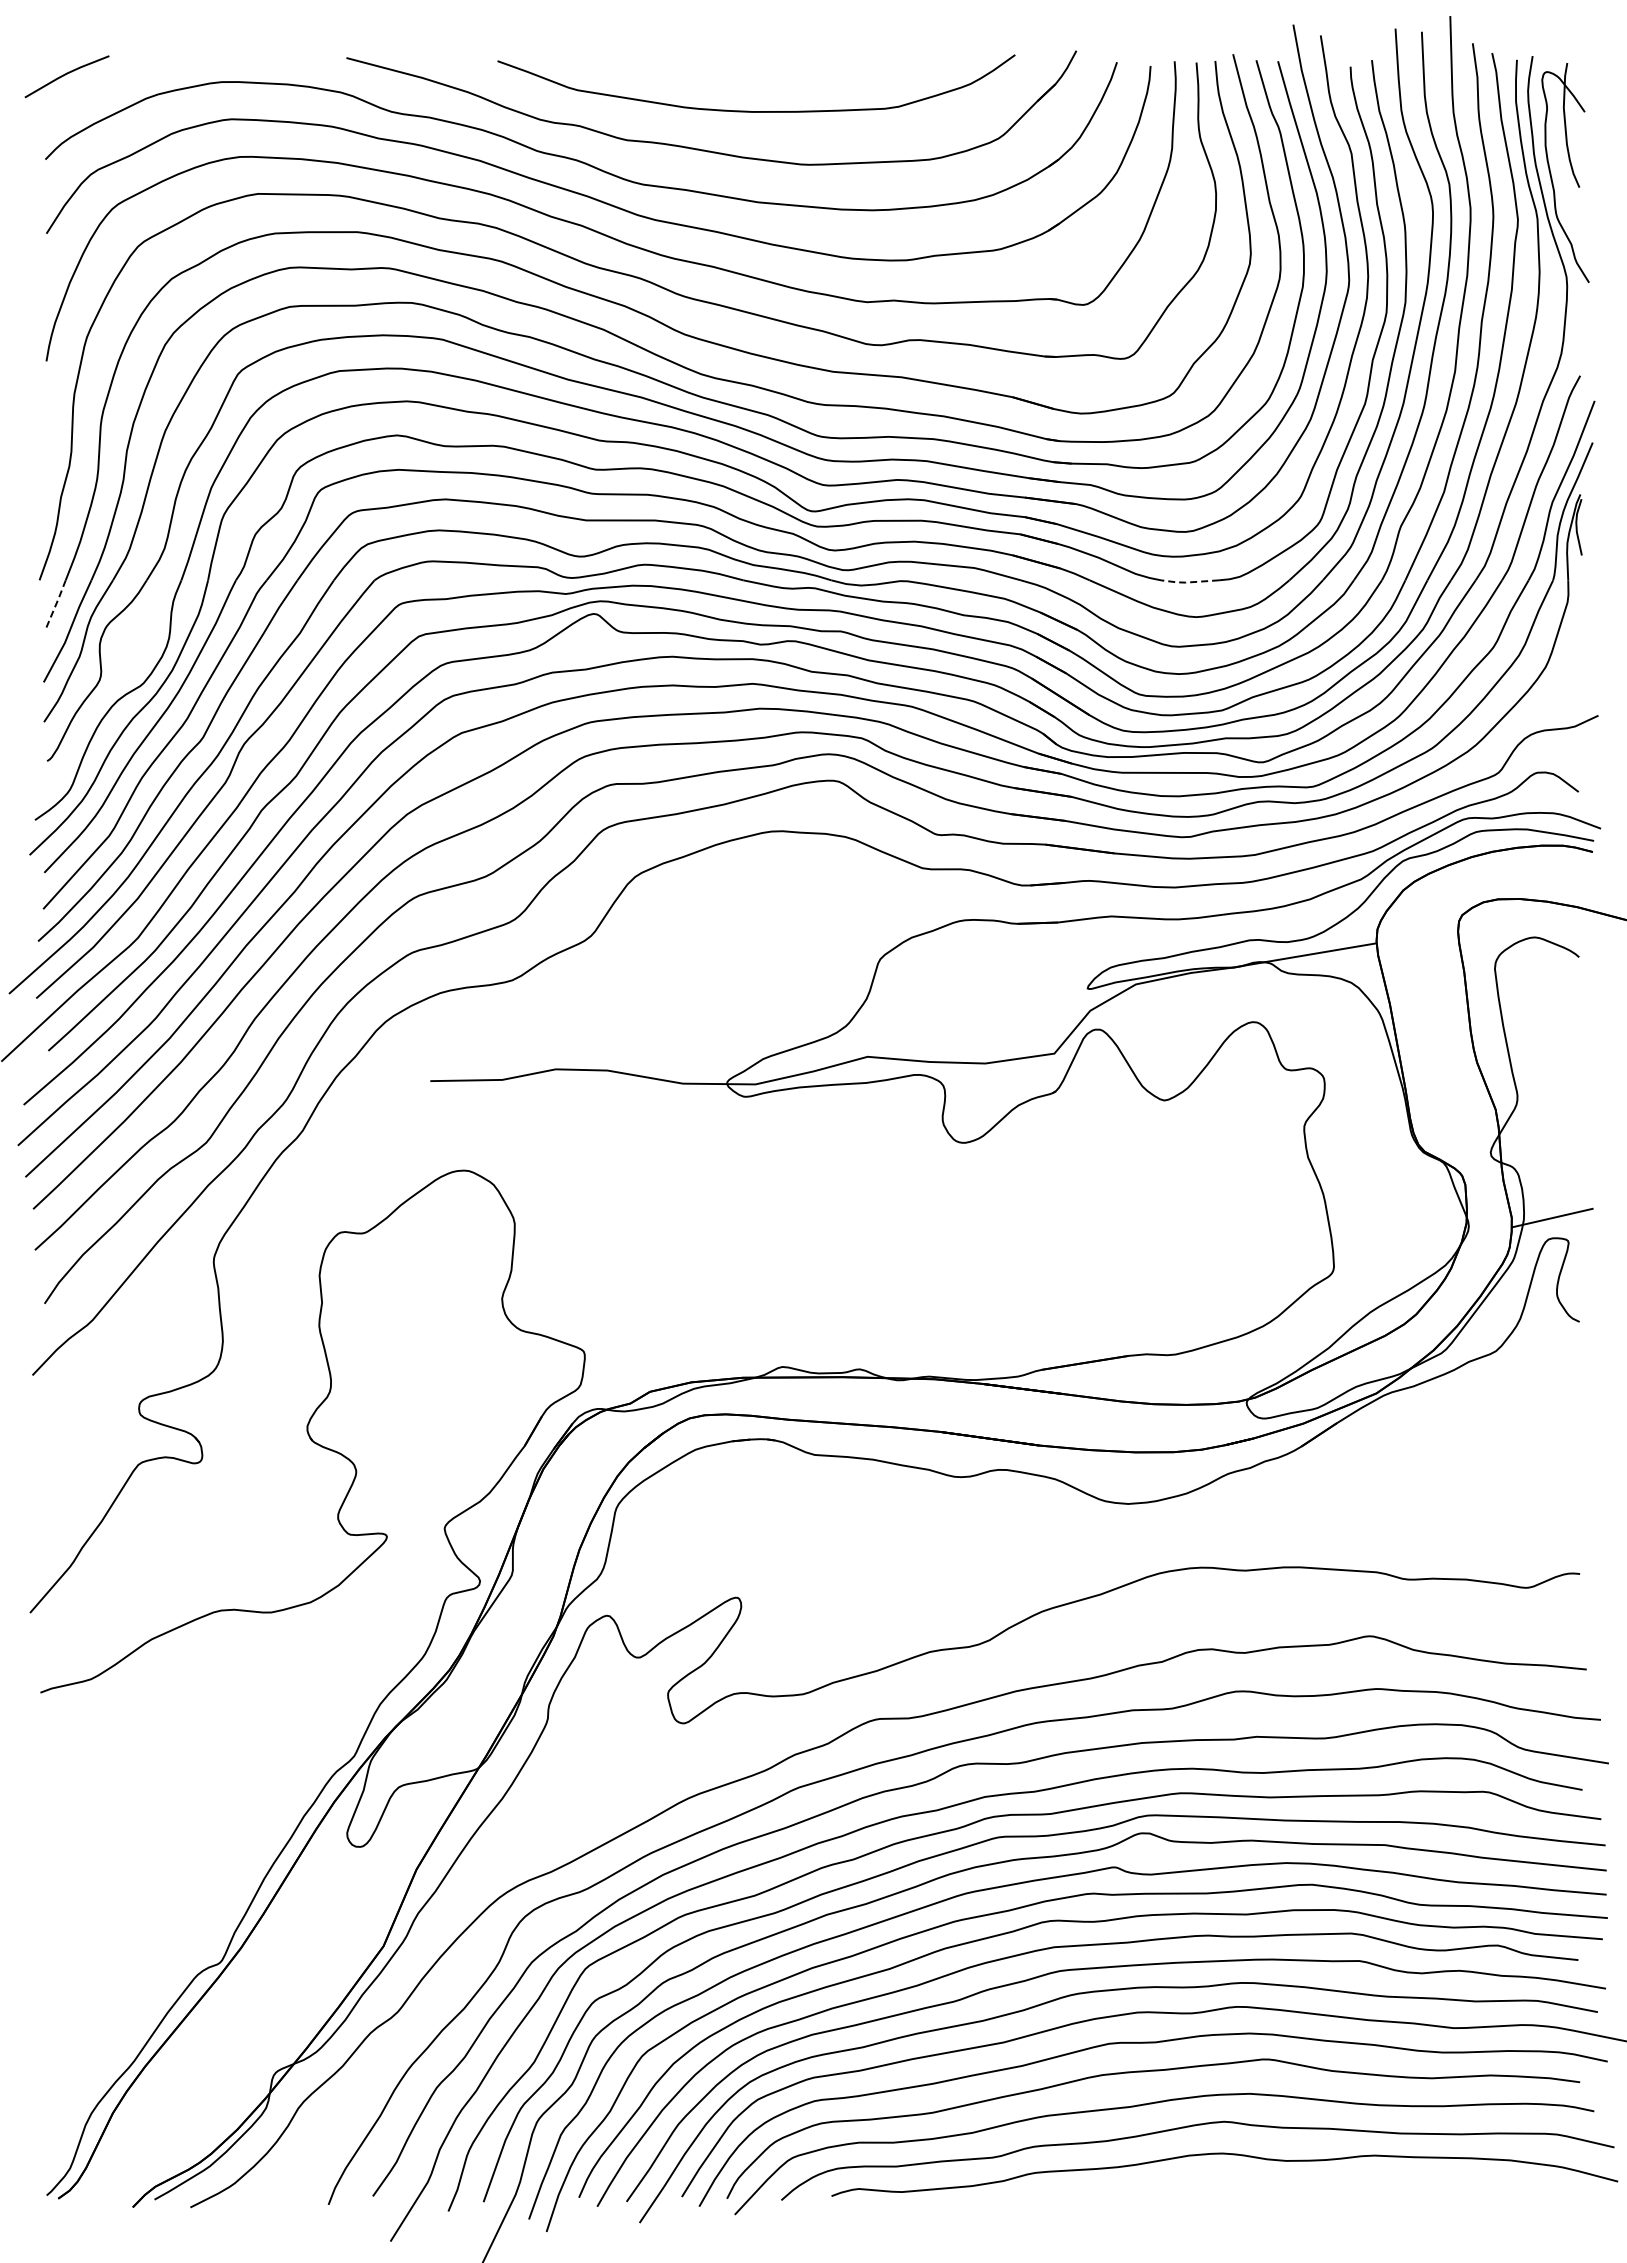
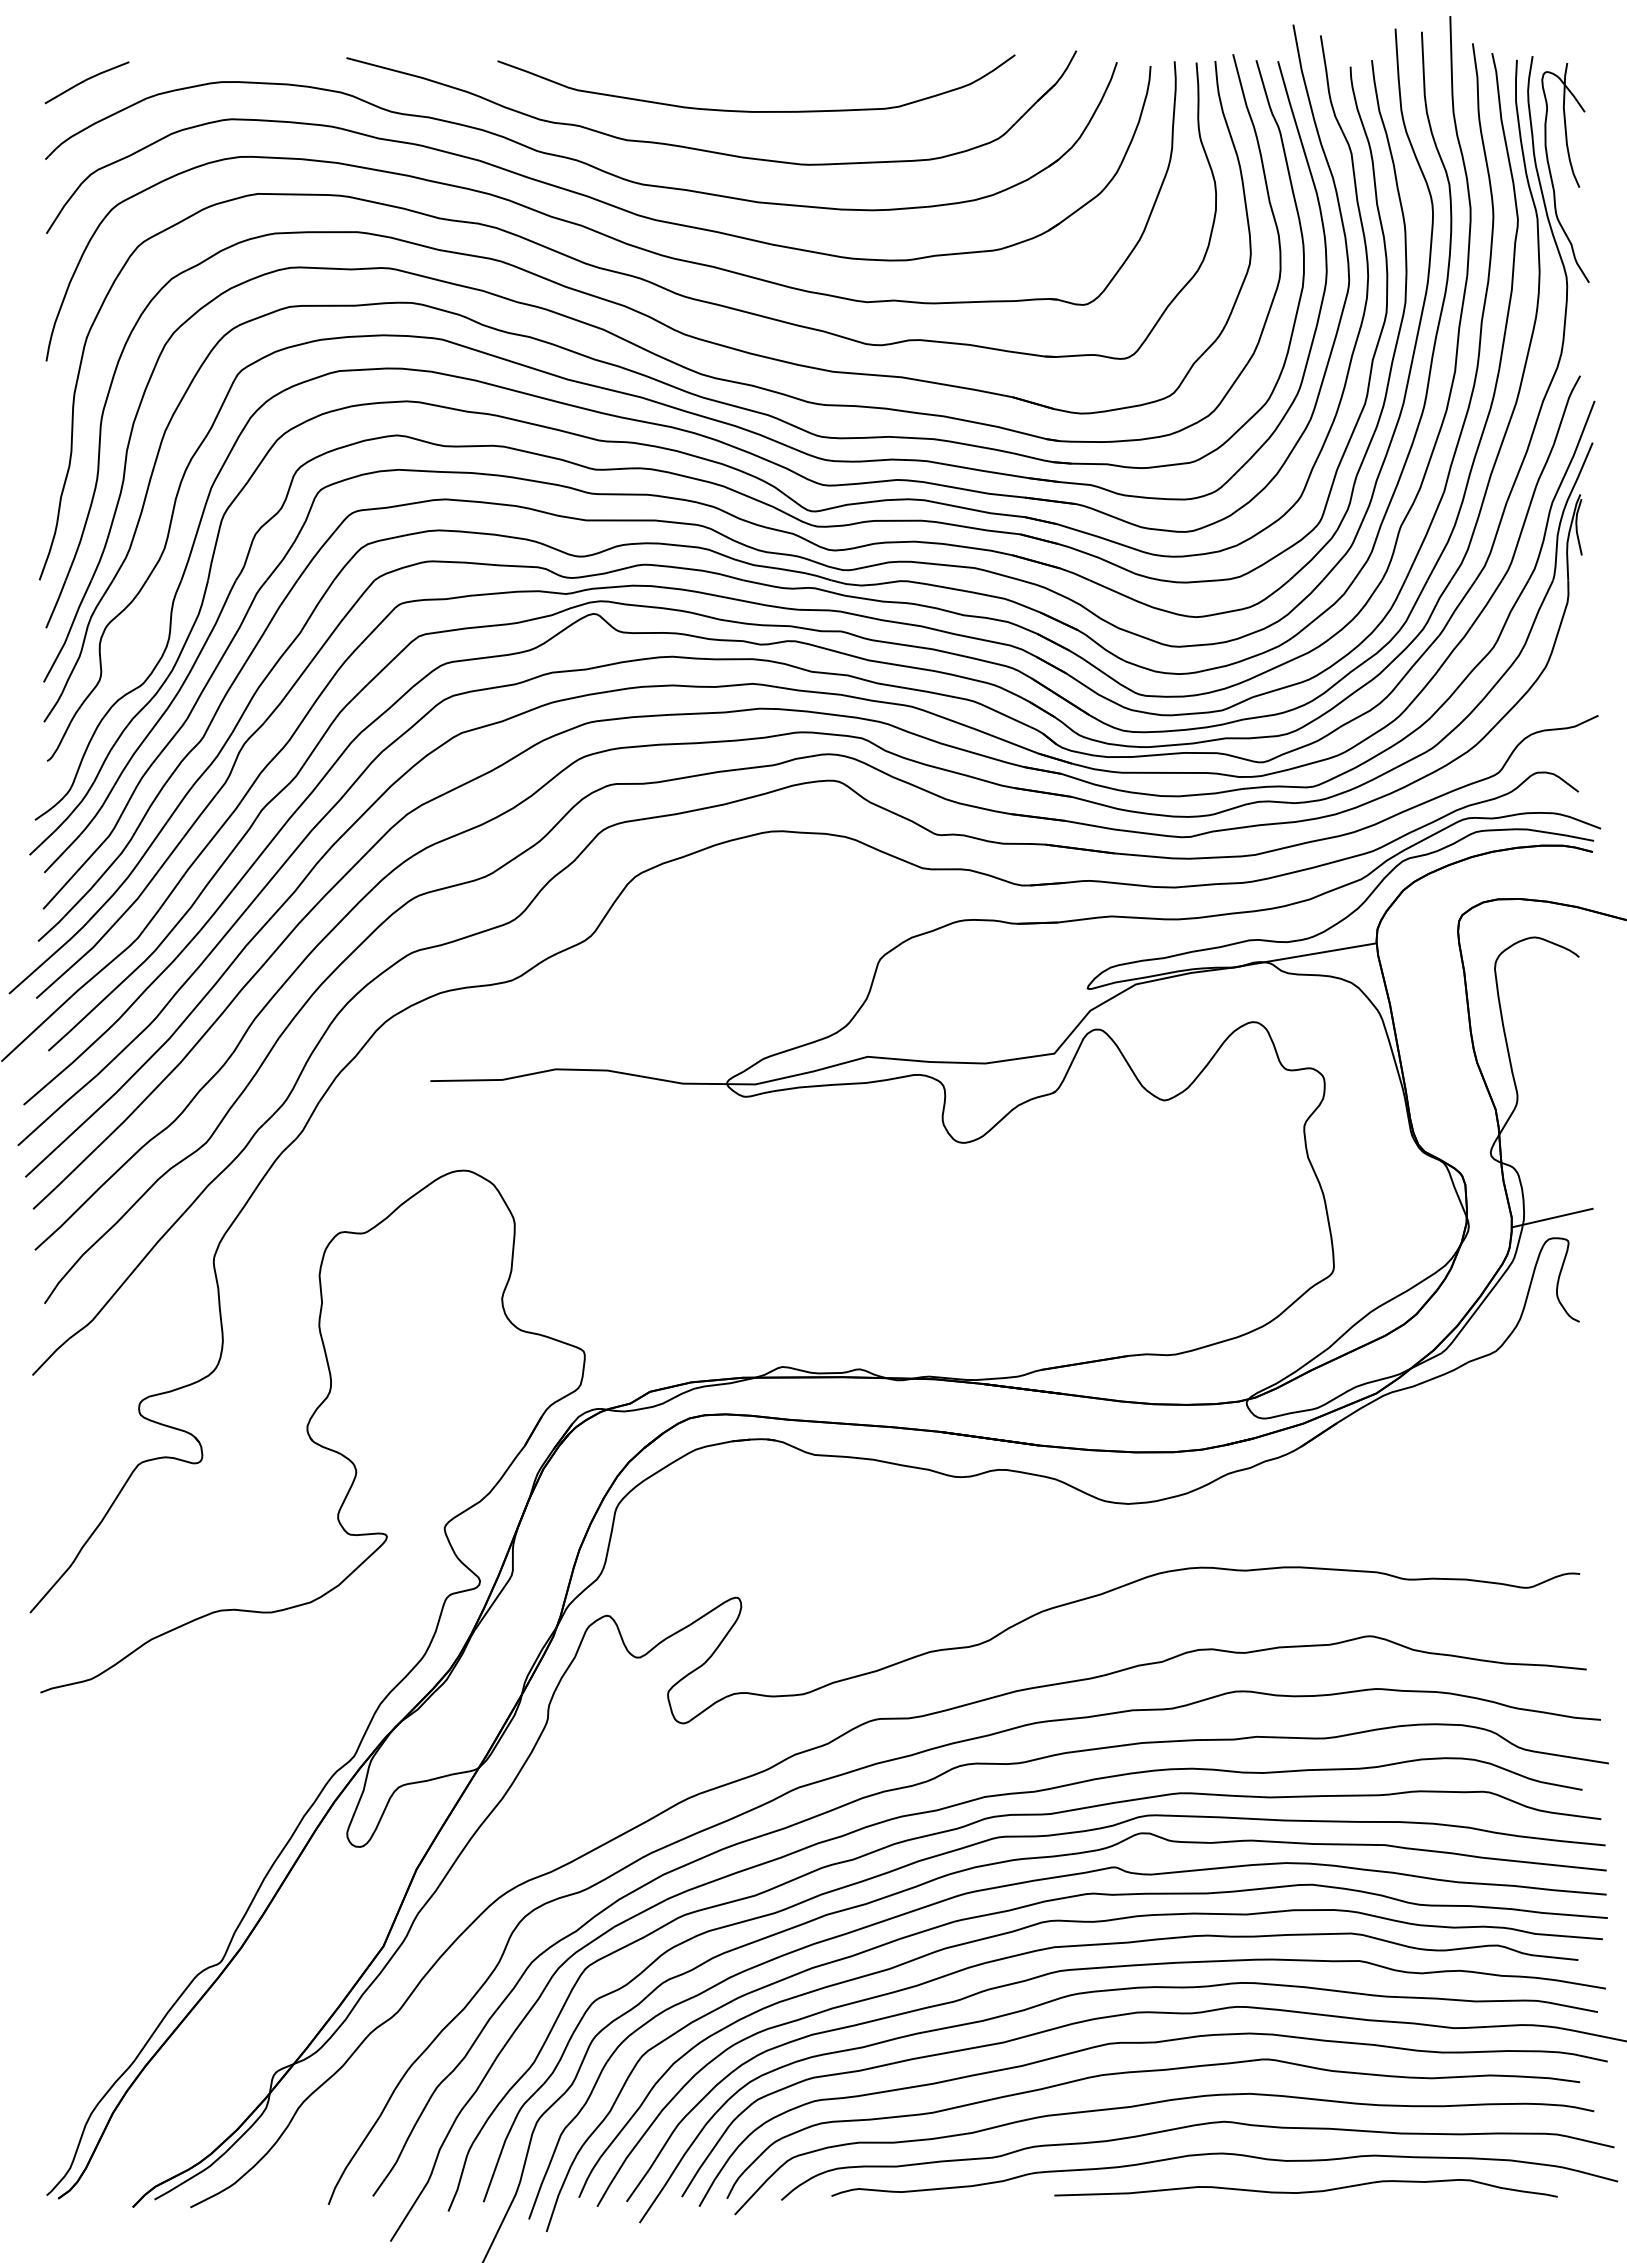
line at (65, 75) position: (65, 75) -> (85, 81)
line at (1188, 582): dashed -> solid
line at (56, 604): dashed -> solid
curve at (1305, 2191): none -> present
